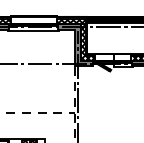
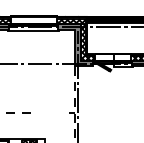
line at (46, 112): present -> none
